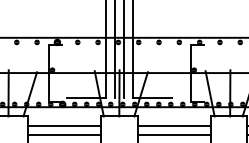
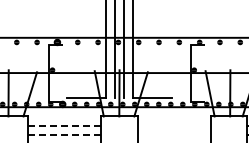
line at (64, 125): solid -> dashed
line at (173, 125): present -> none
line at (64, 134): solid -> dashed
line at (173, 134): present -> none
